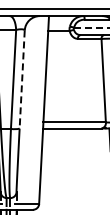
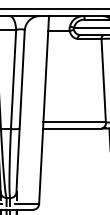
line at (92, 27): dashed -> solid
line at (22, 80): dashed -> solid
